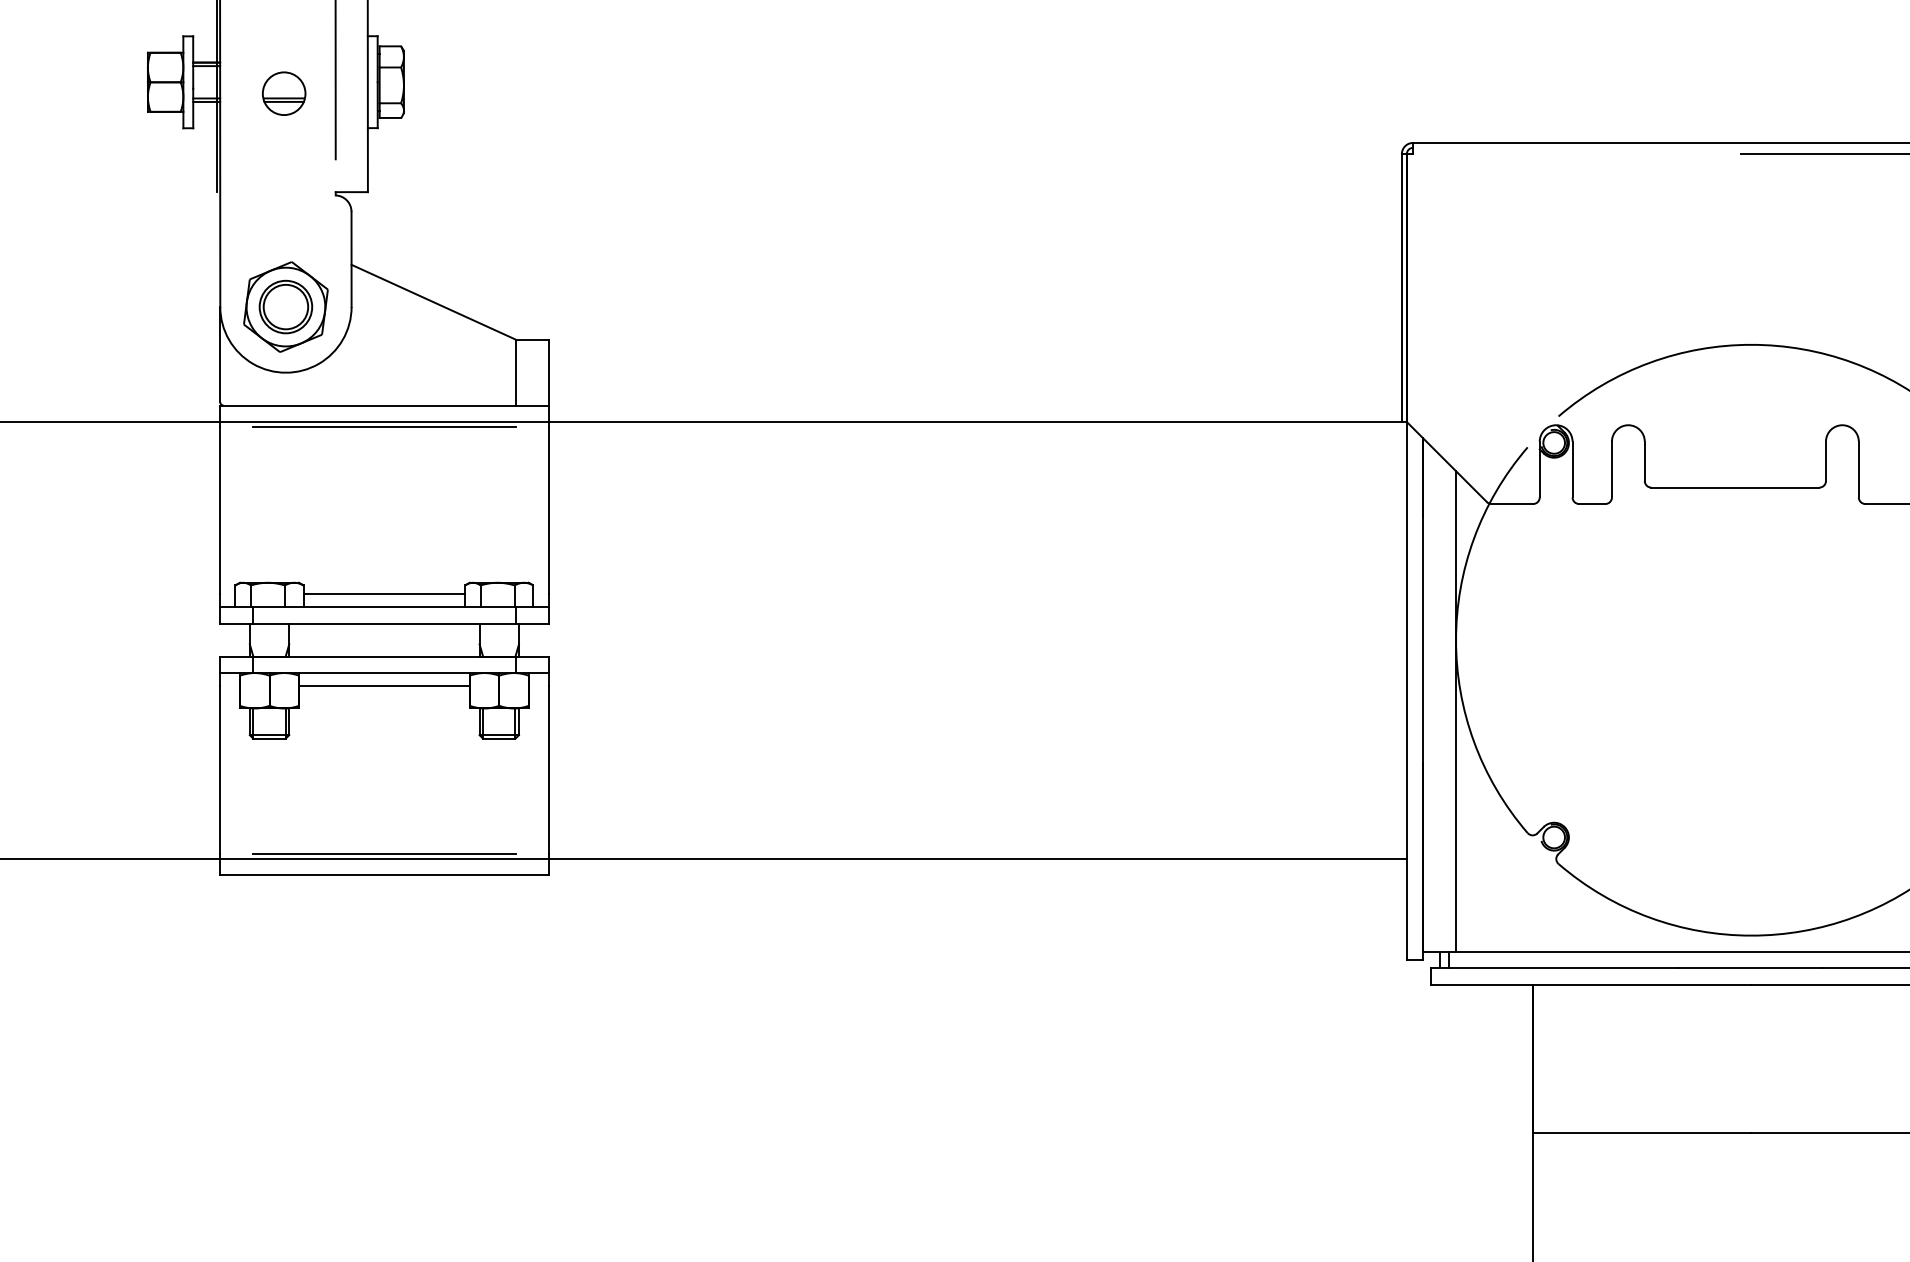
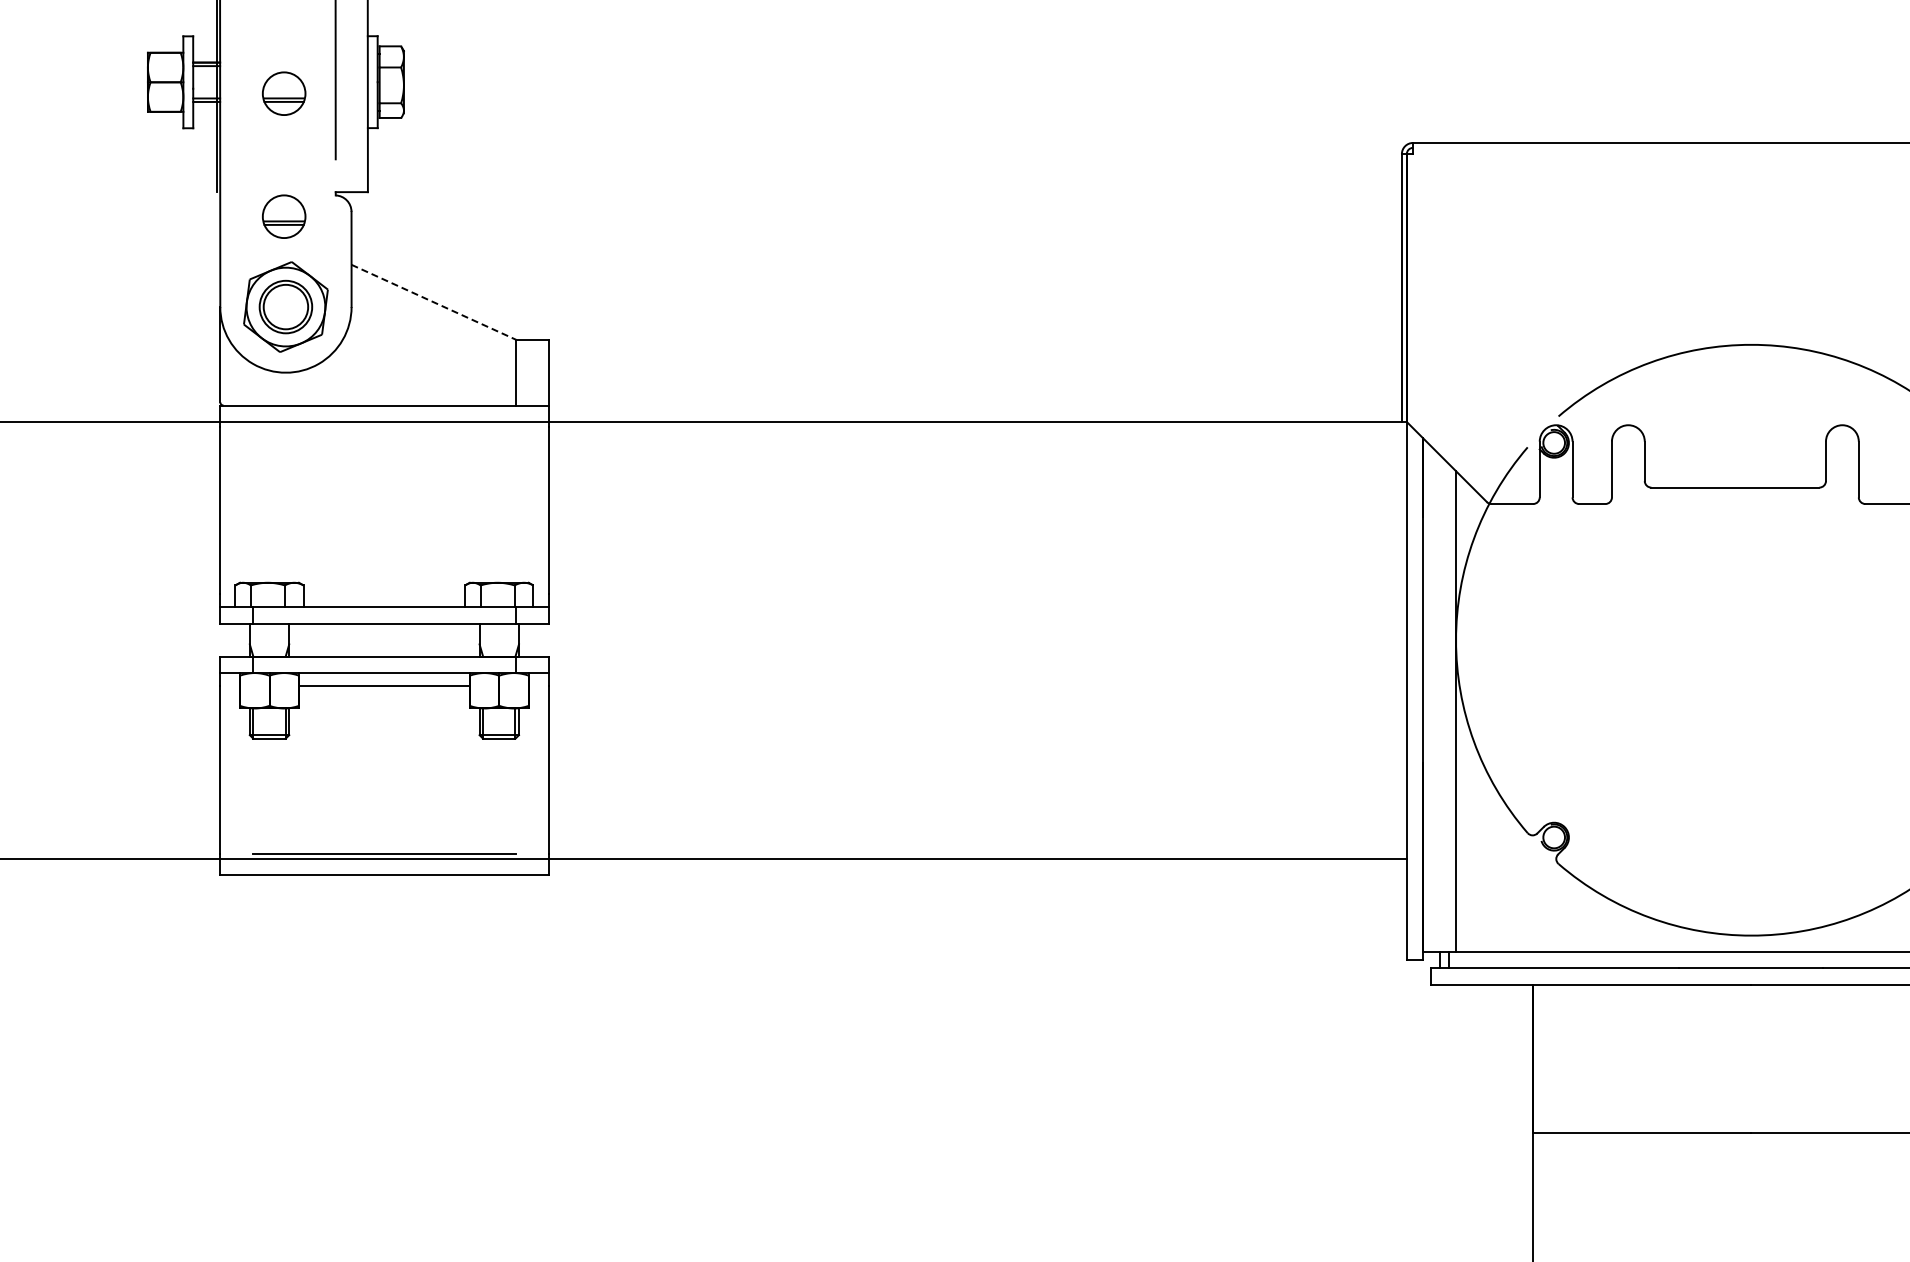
line at (1823, 154): present -> none
part at (284, 216): none -> present
line at (433, 302): solid -> dashed
line at (384, 426): present -> none
line at (384, 594): present -> none
